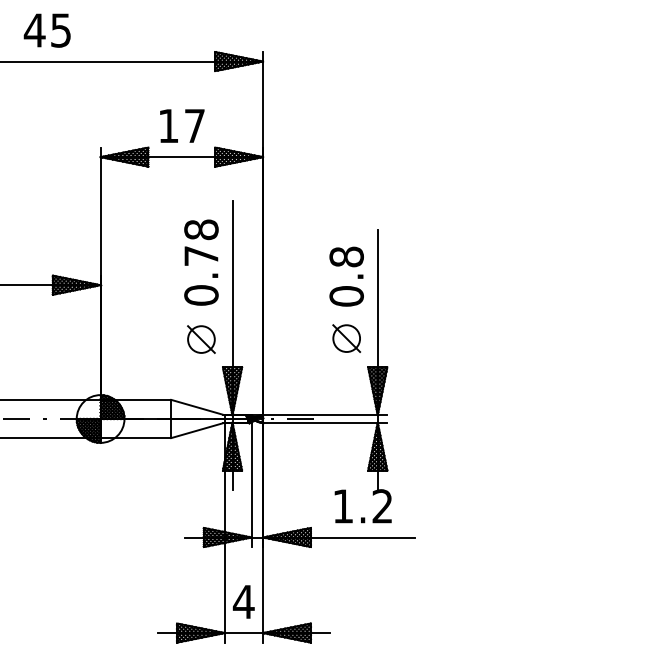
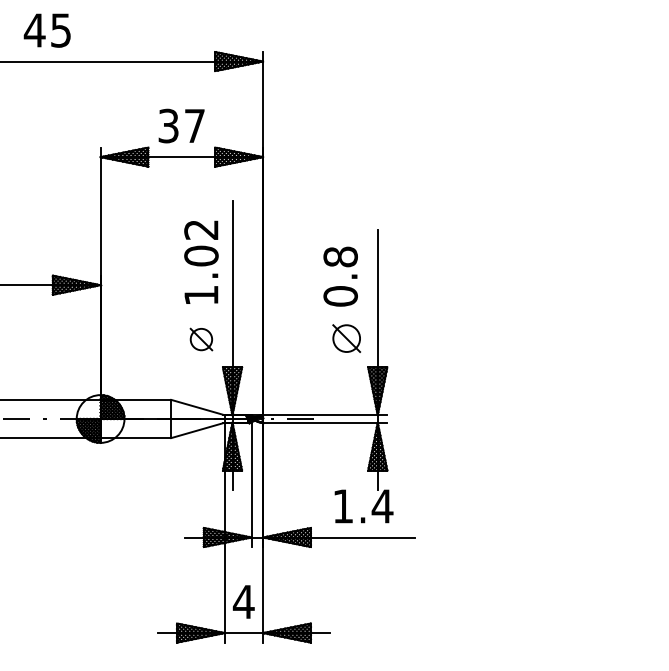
text at (168, 125): 17 -> 37
text at (201, 262): 0.78 -> 1.02
text at (346, 276) position: (346, 276) -> (340, 276)
part at (201, 339) size: 29x29 px -> 25x25 px
text at (382, 506): 1.2 -> 1.4
